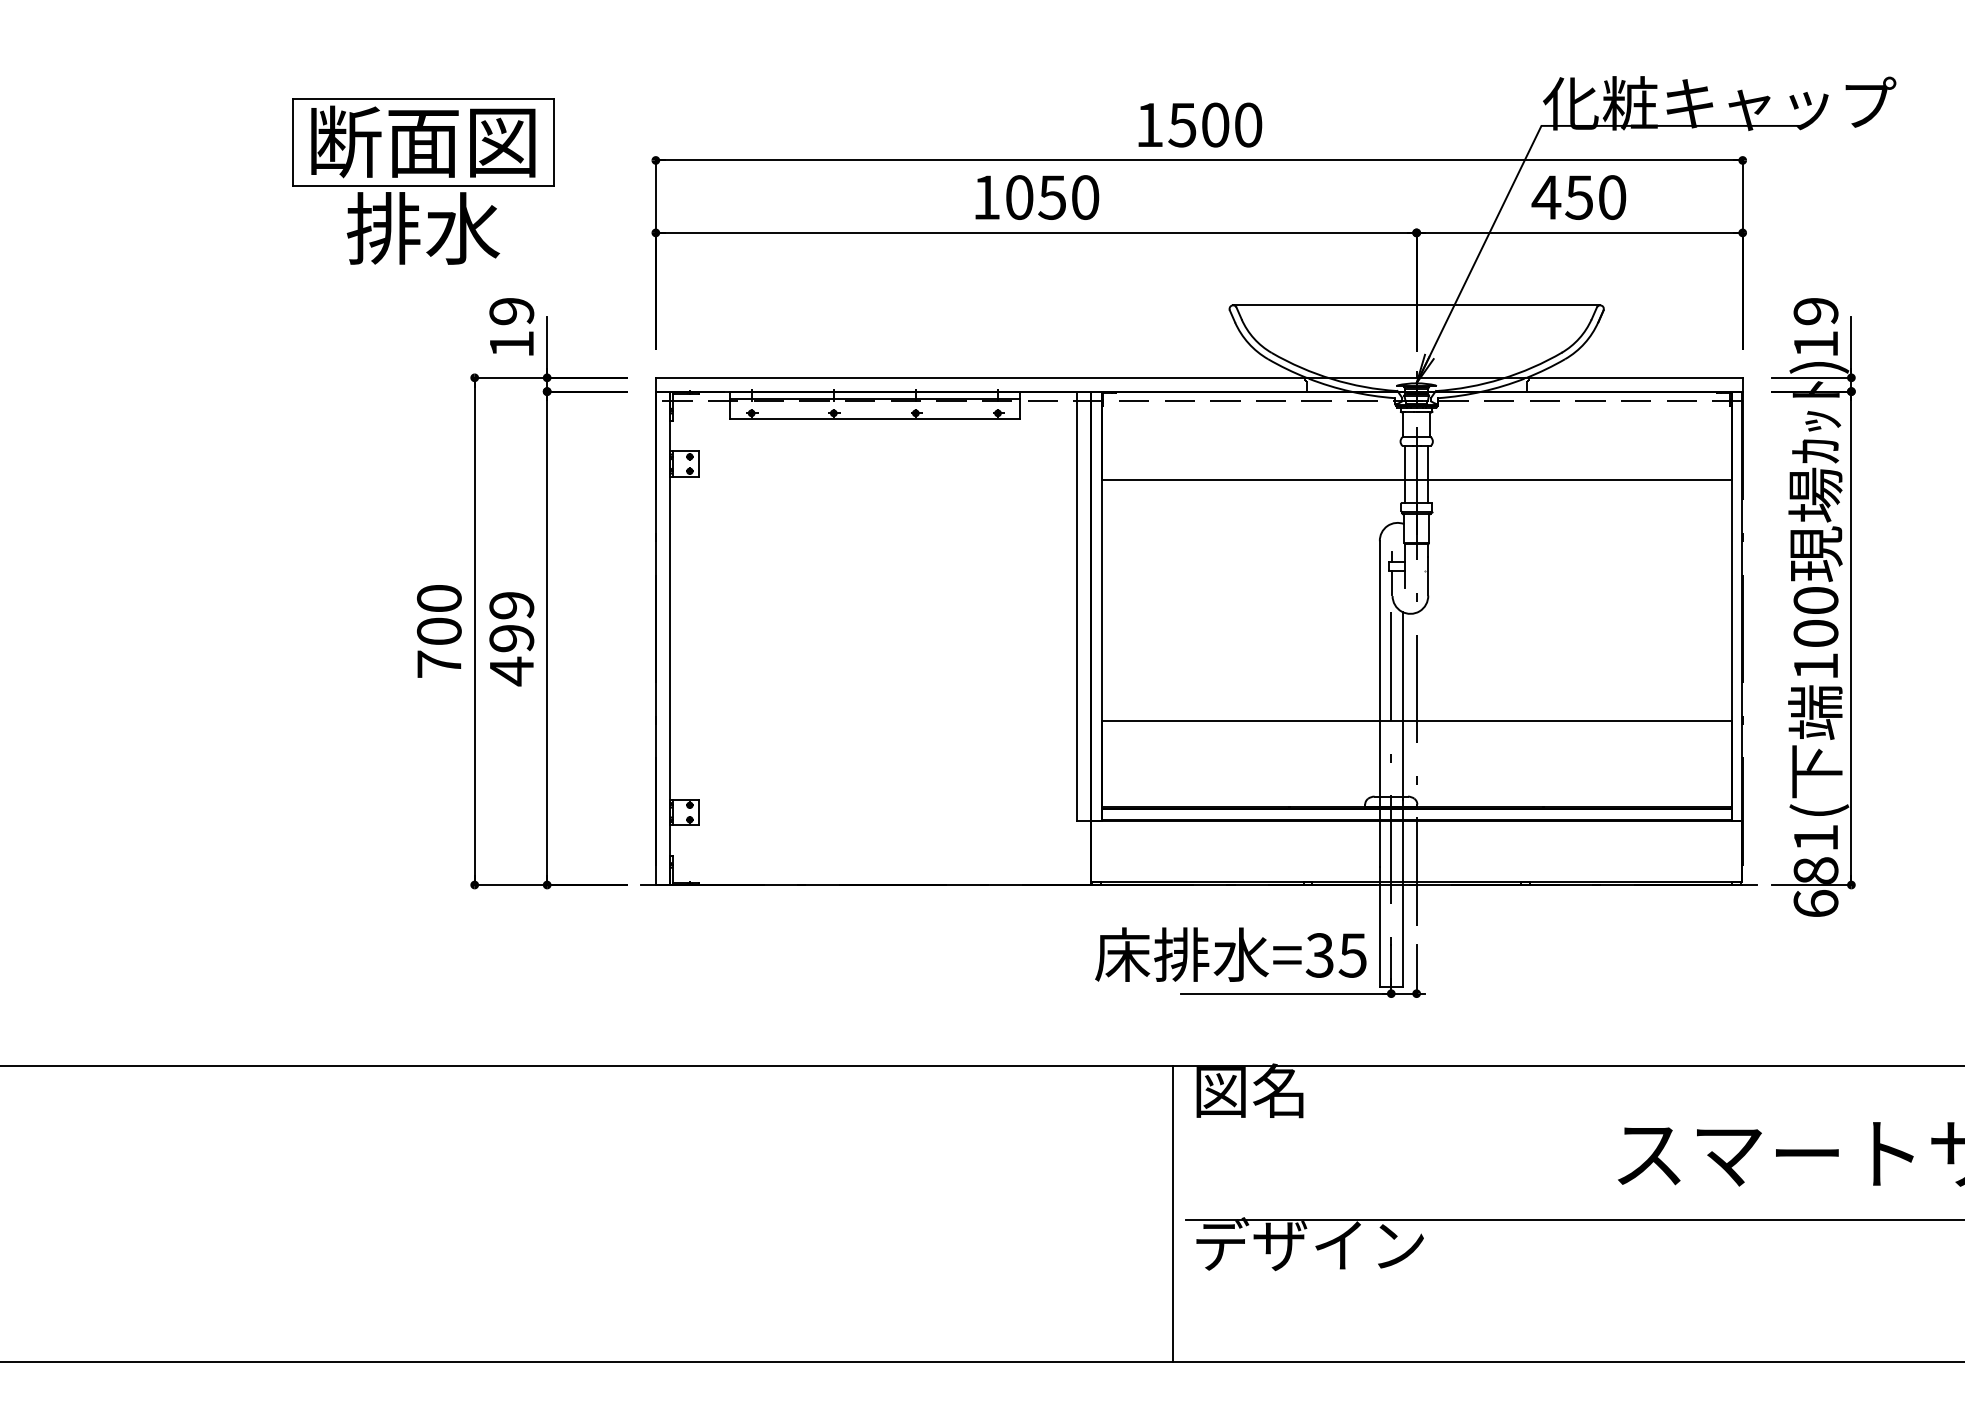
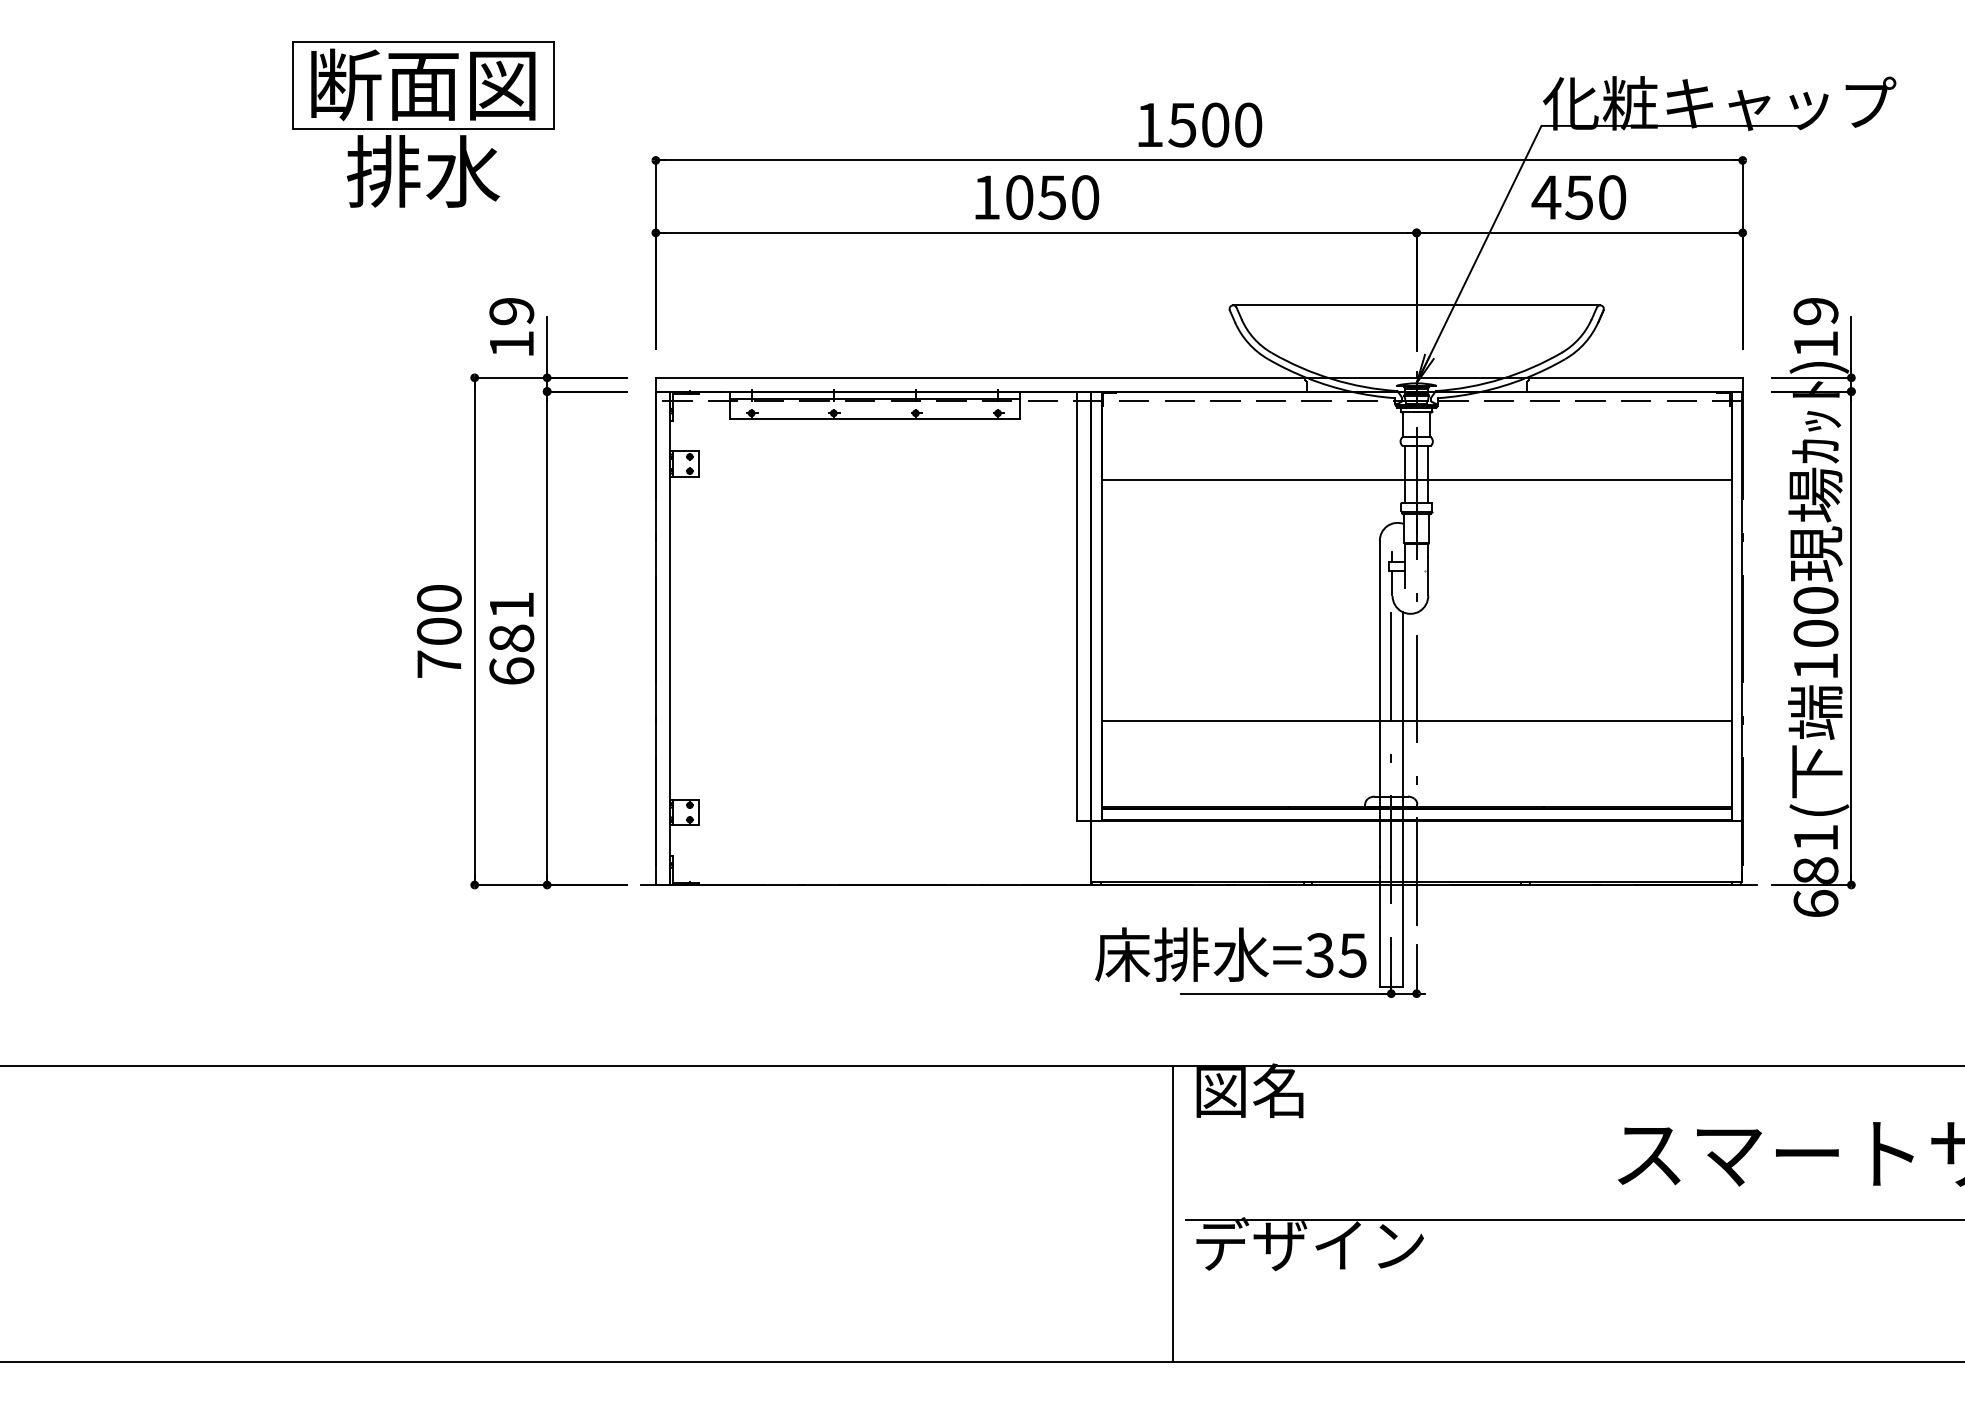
part at (423, 181) position: (423, 181) -> (423, 124)
text at (511, 639): 499 -> 681
